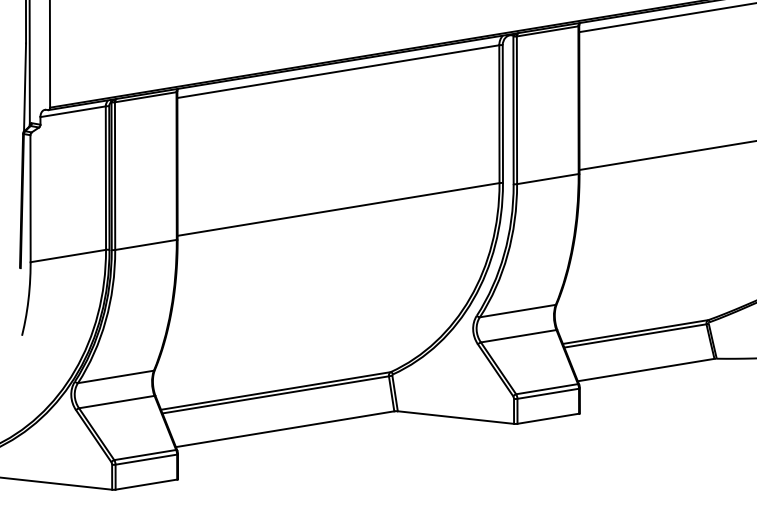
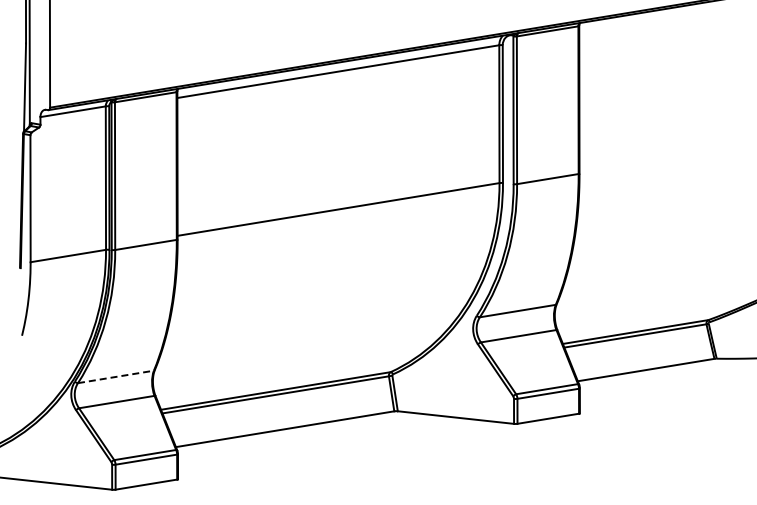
line at (666, 17): present -> none
line at (666, 155): present -> none
line at (116, 376): solid -> dashed
